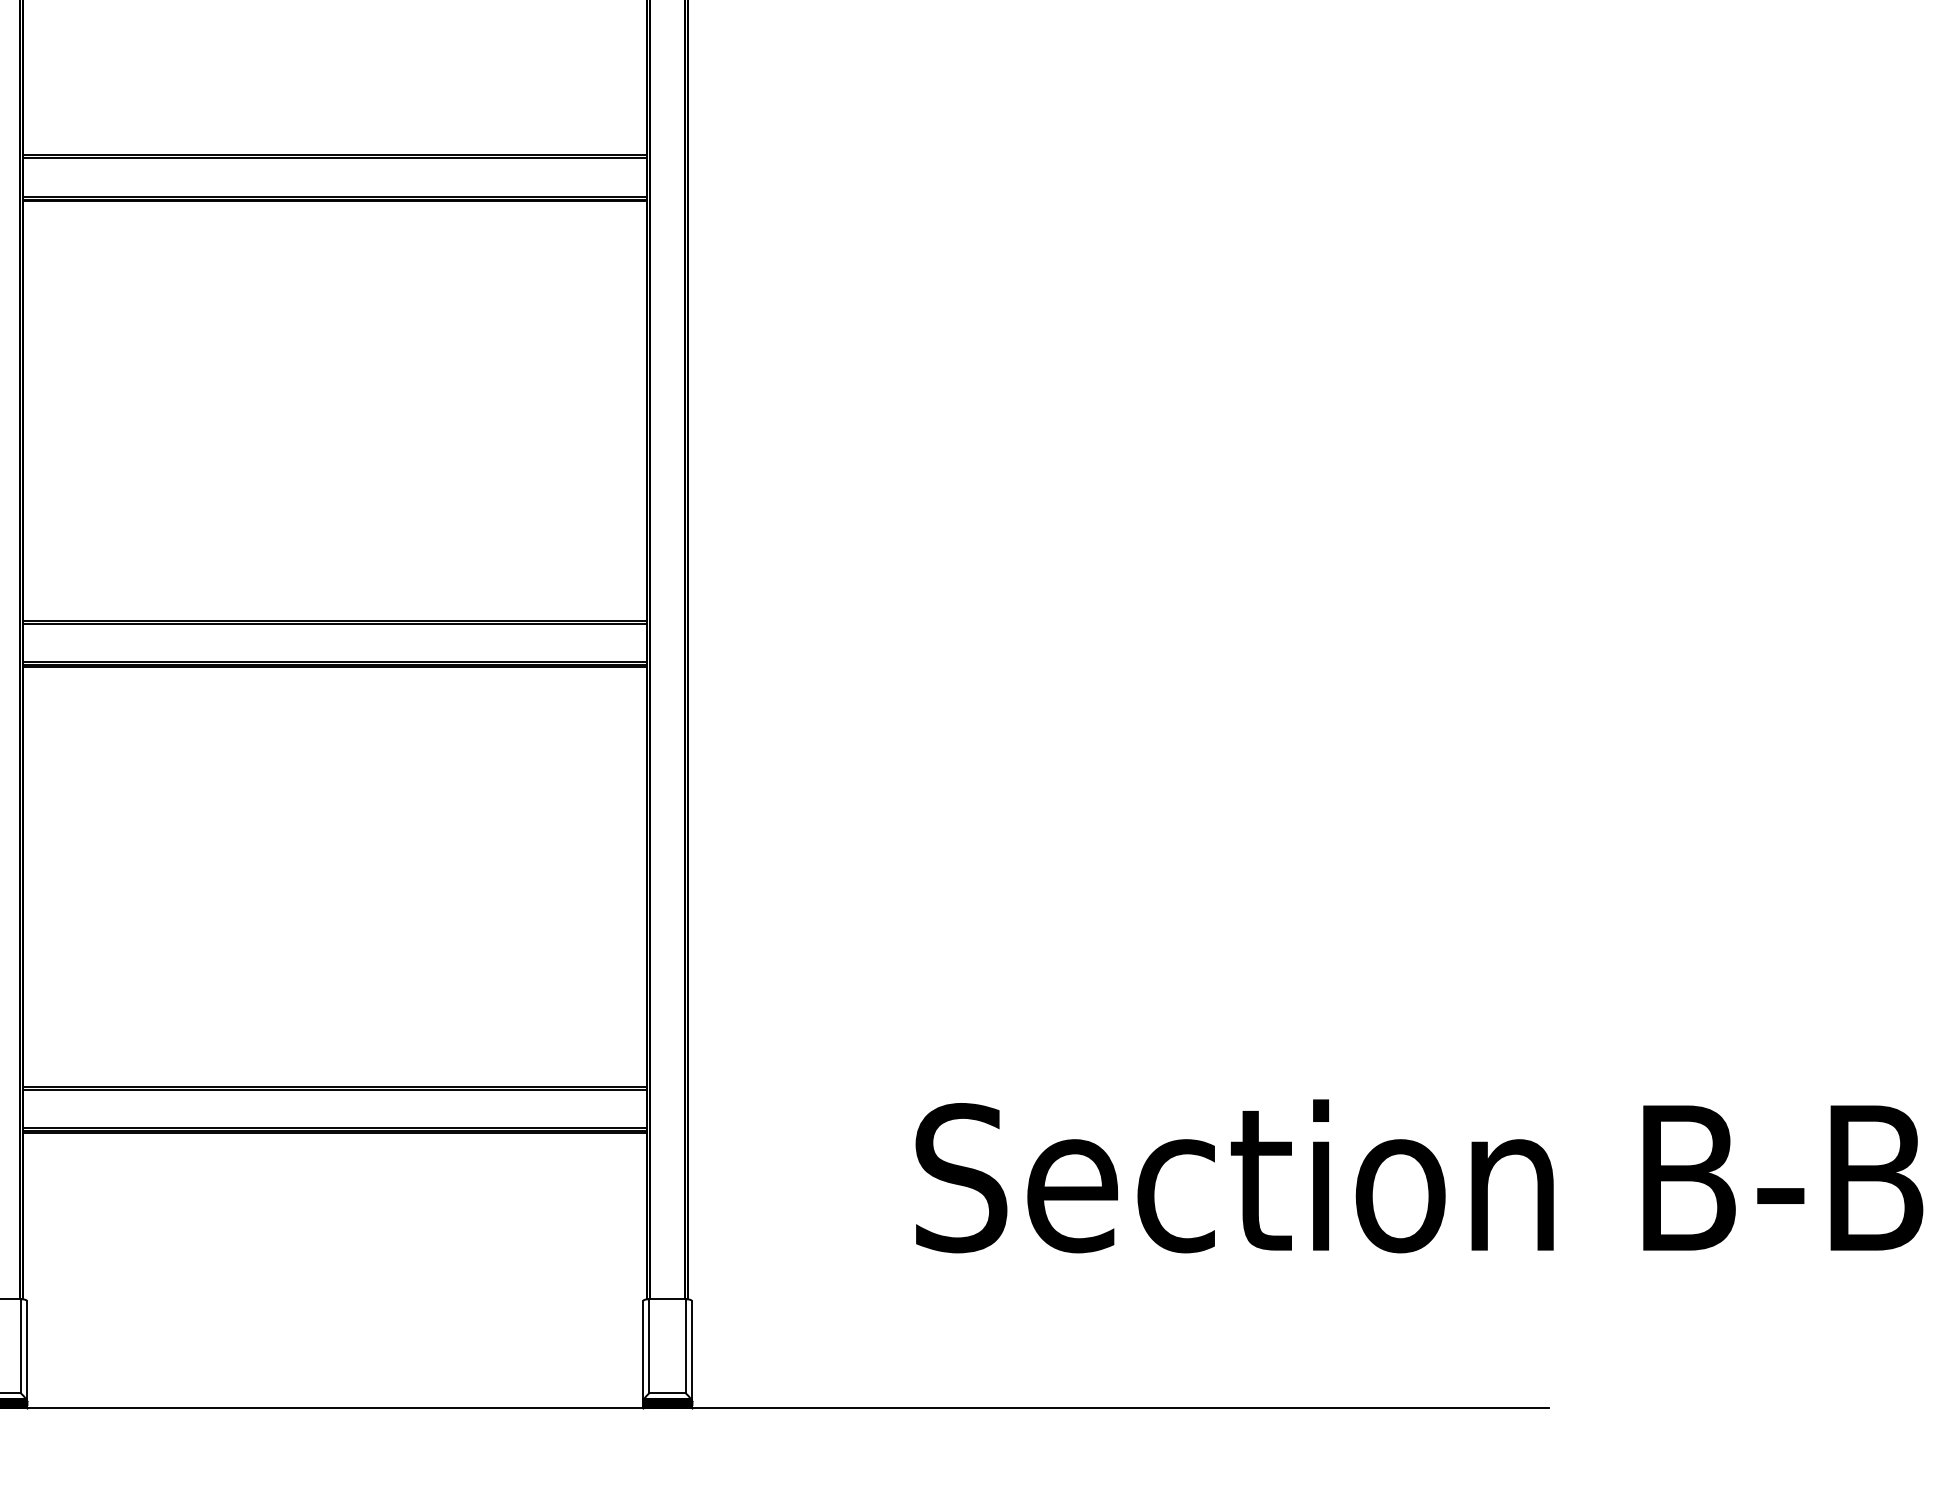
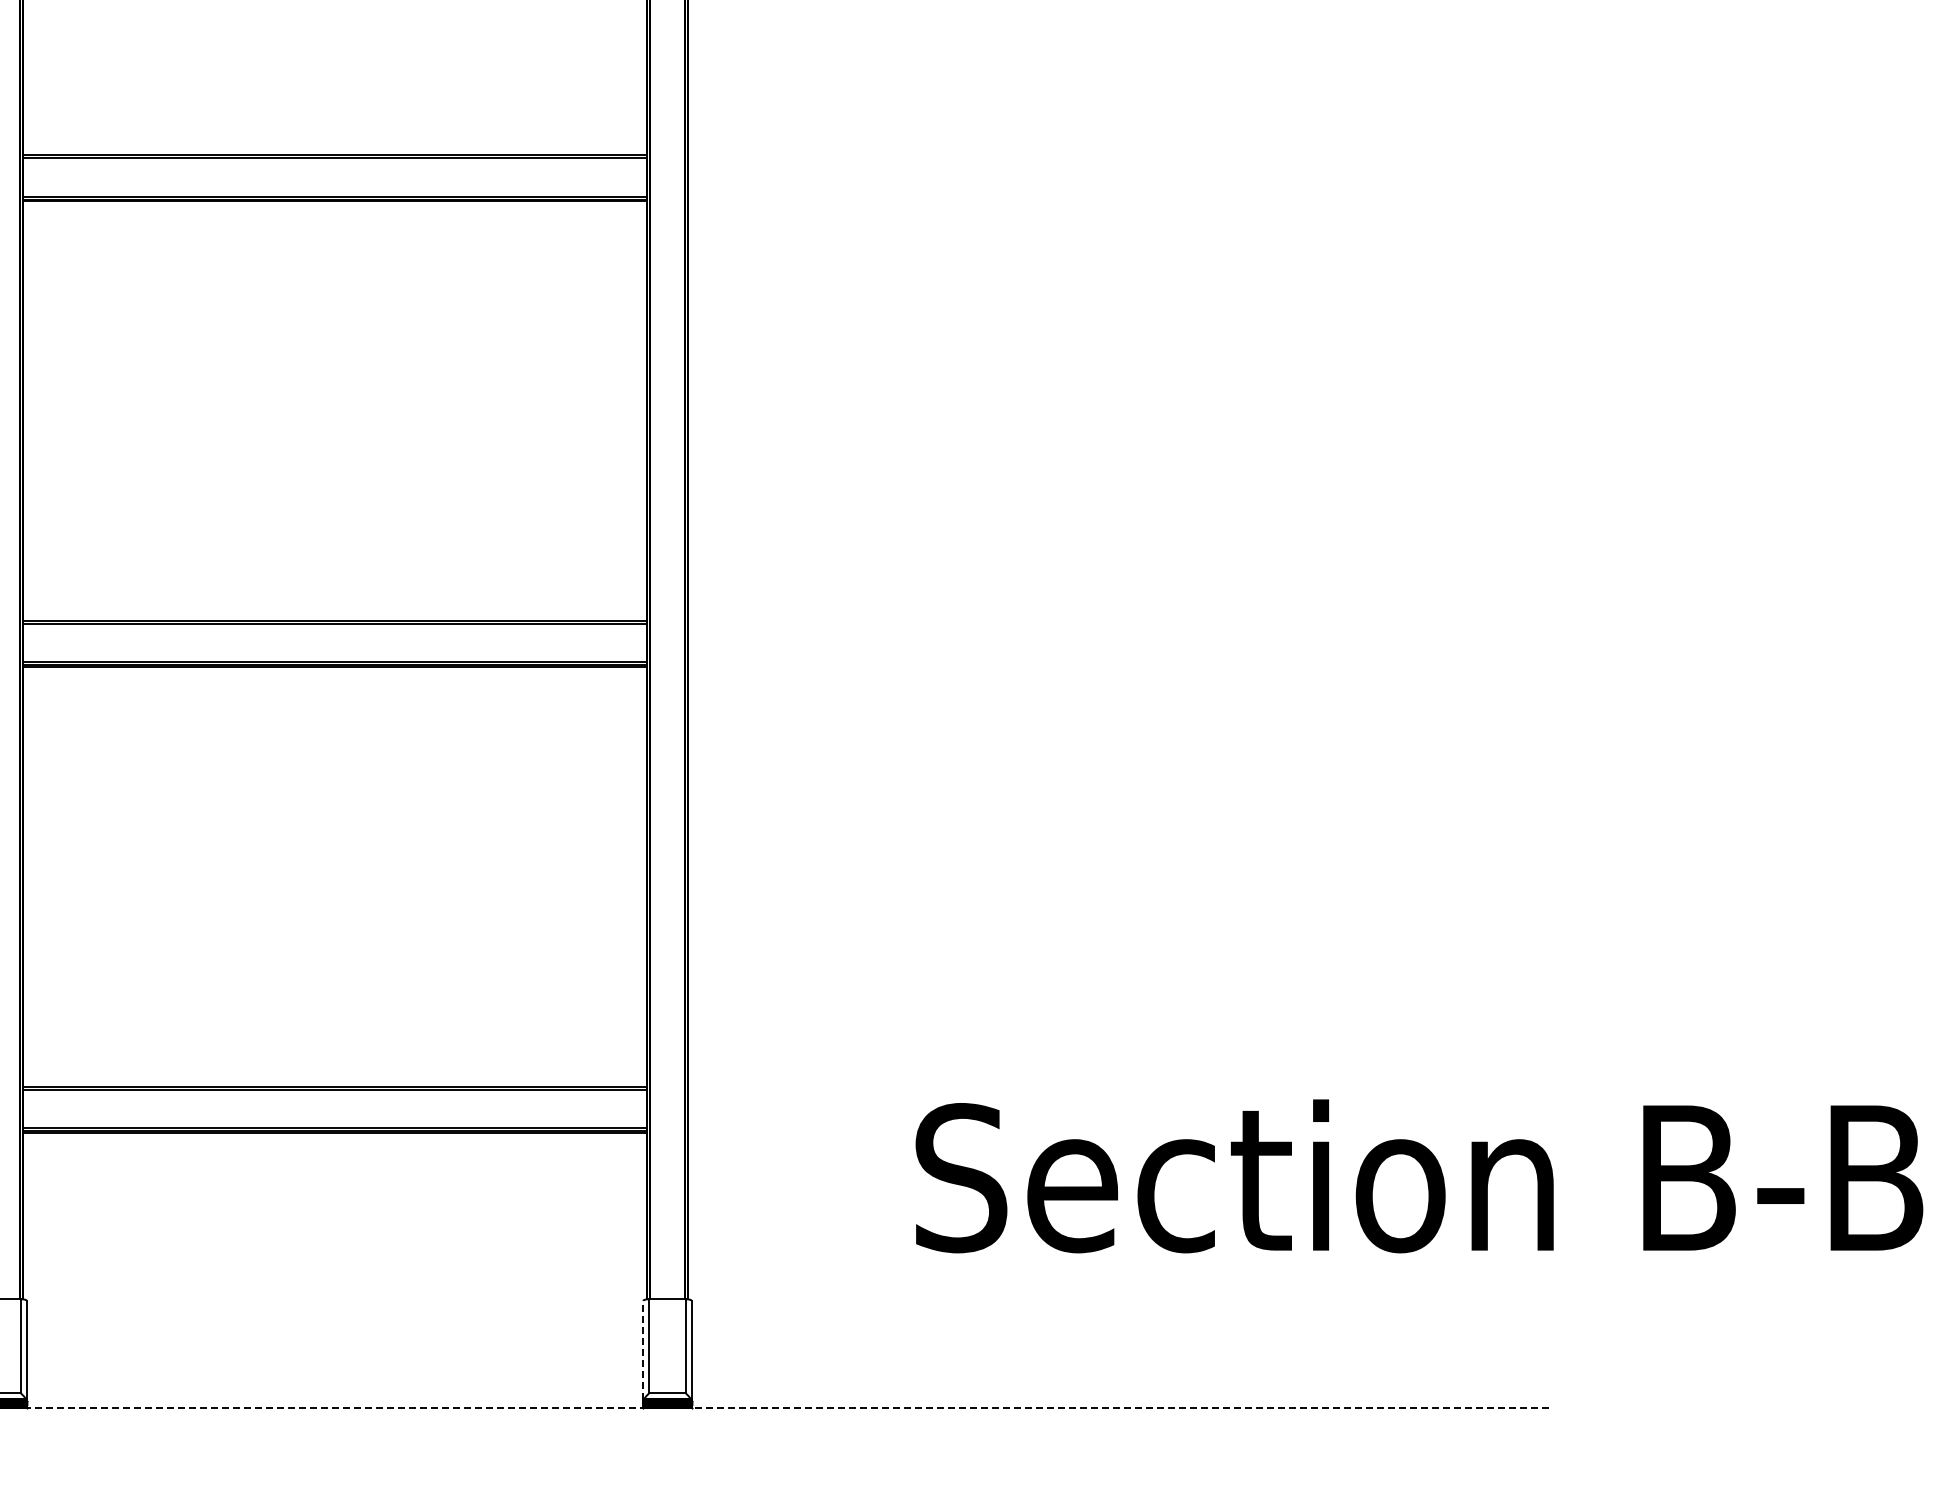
line at (643, 1349): solid -> dashed
line at (774, 1407): solid -> dashed
